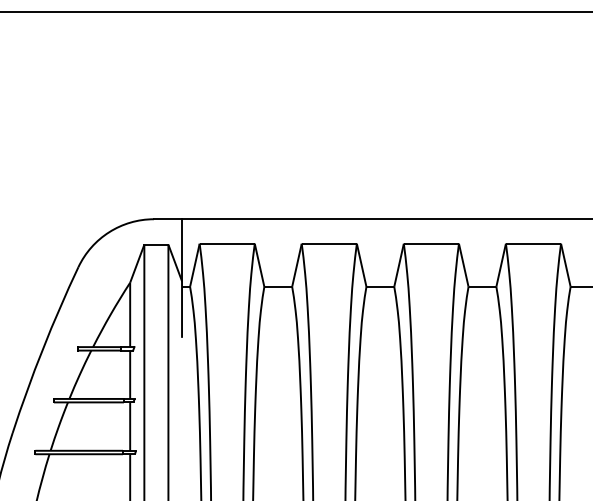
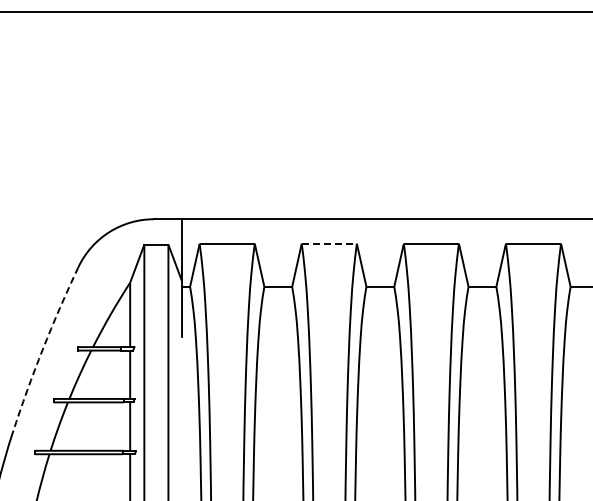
line at (329, 243): solid -> dashed
arc at (42, 349): solid -> dashed
